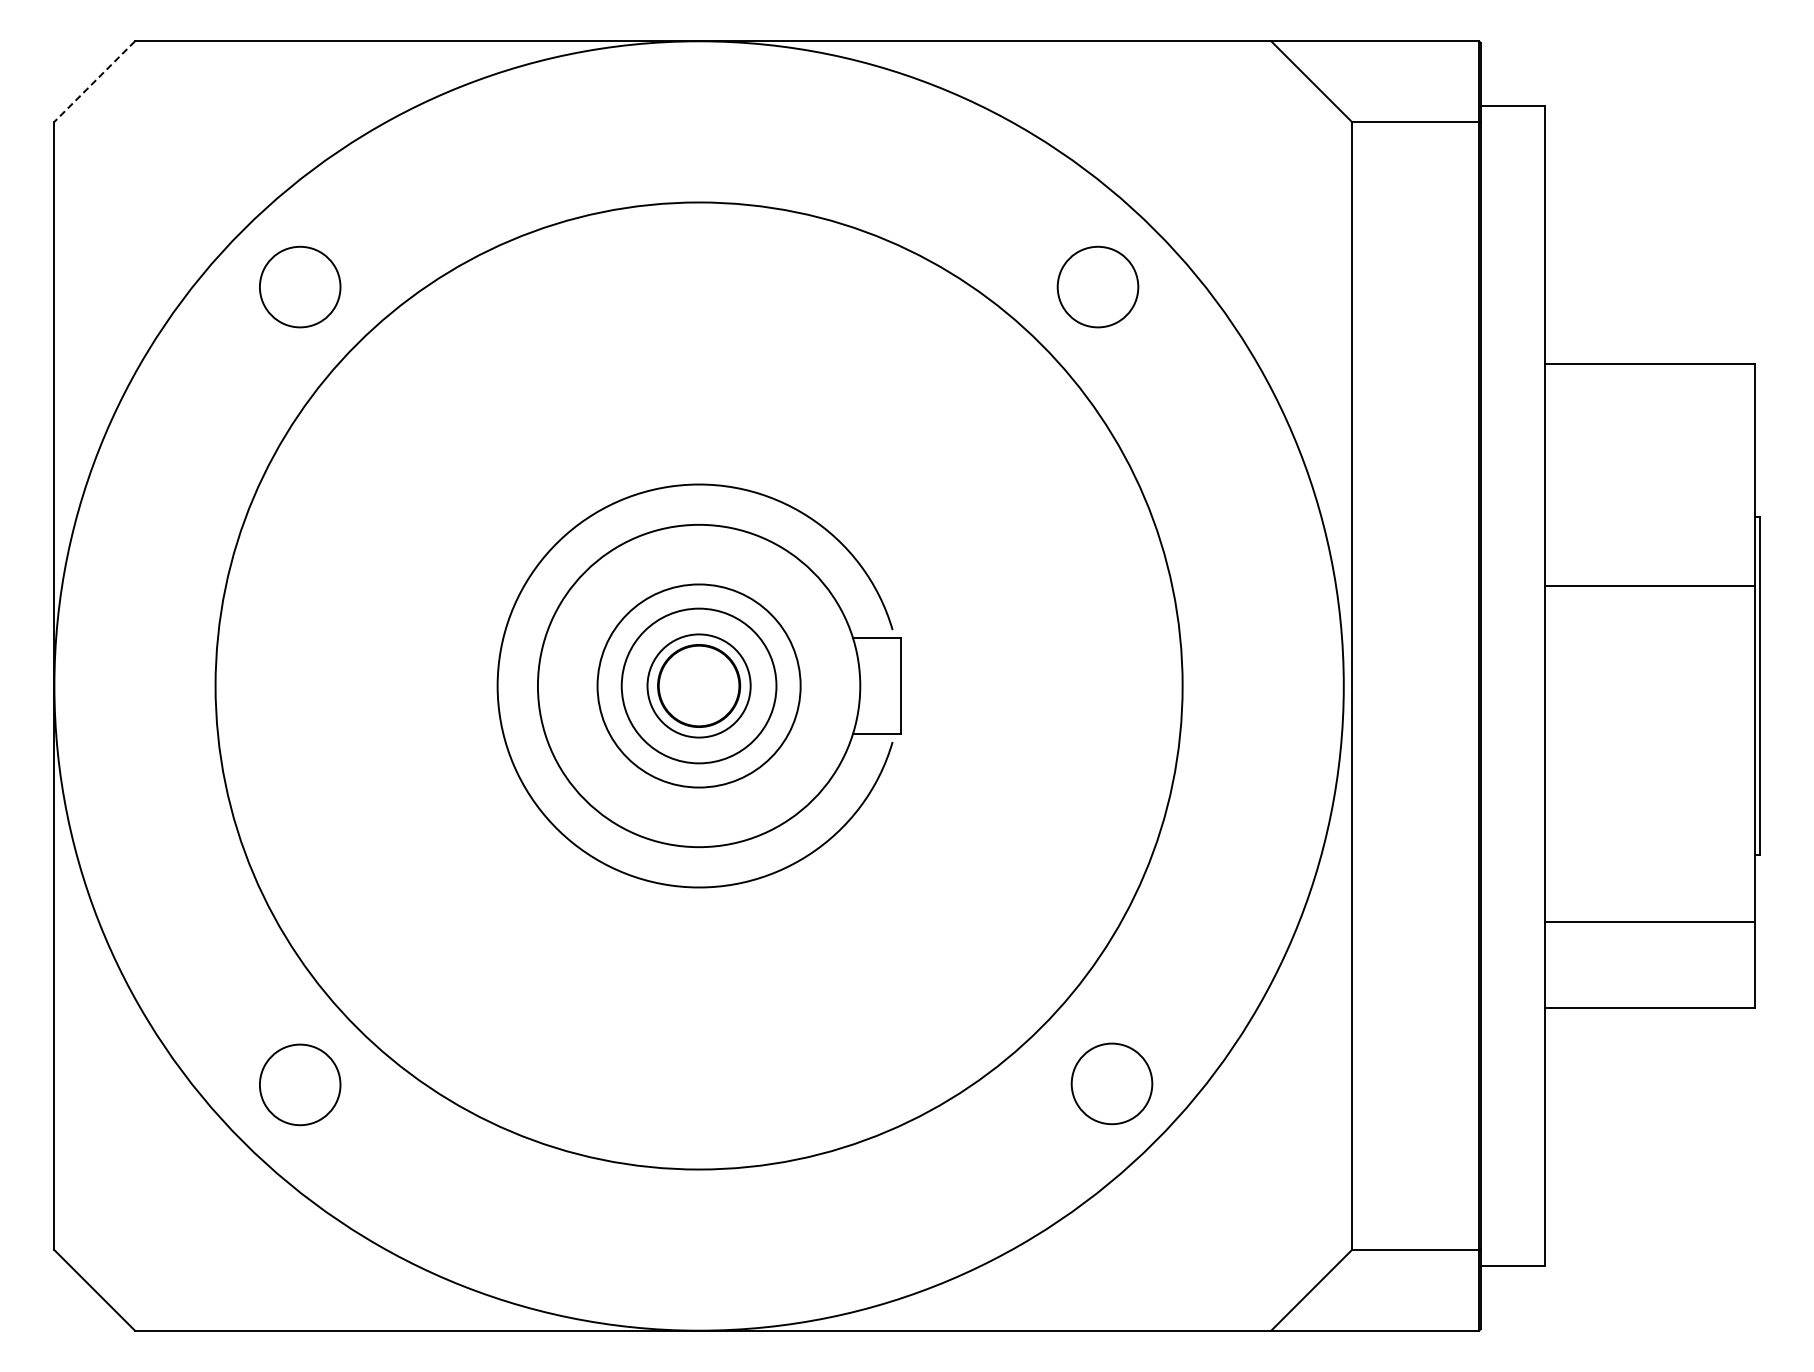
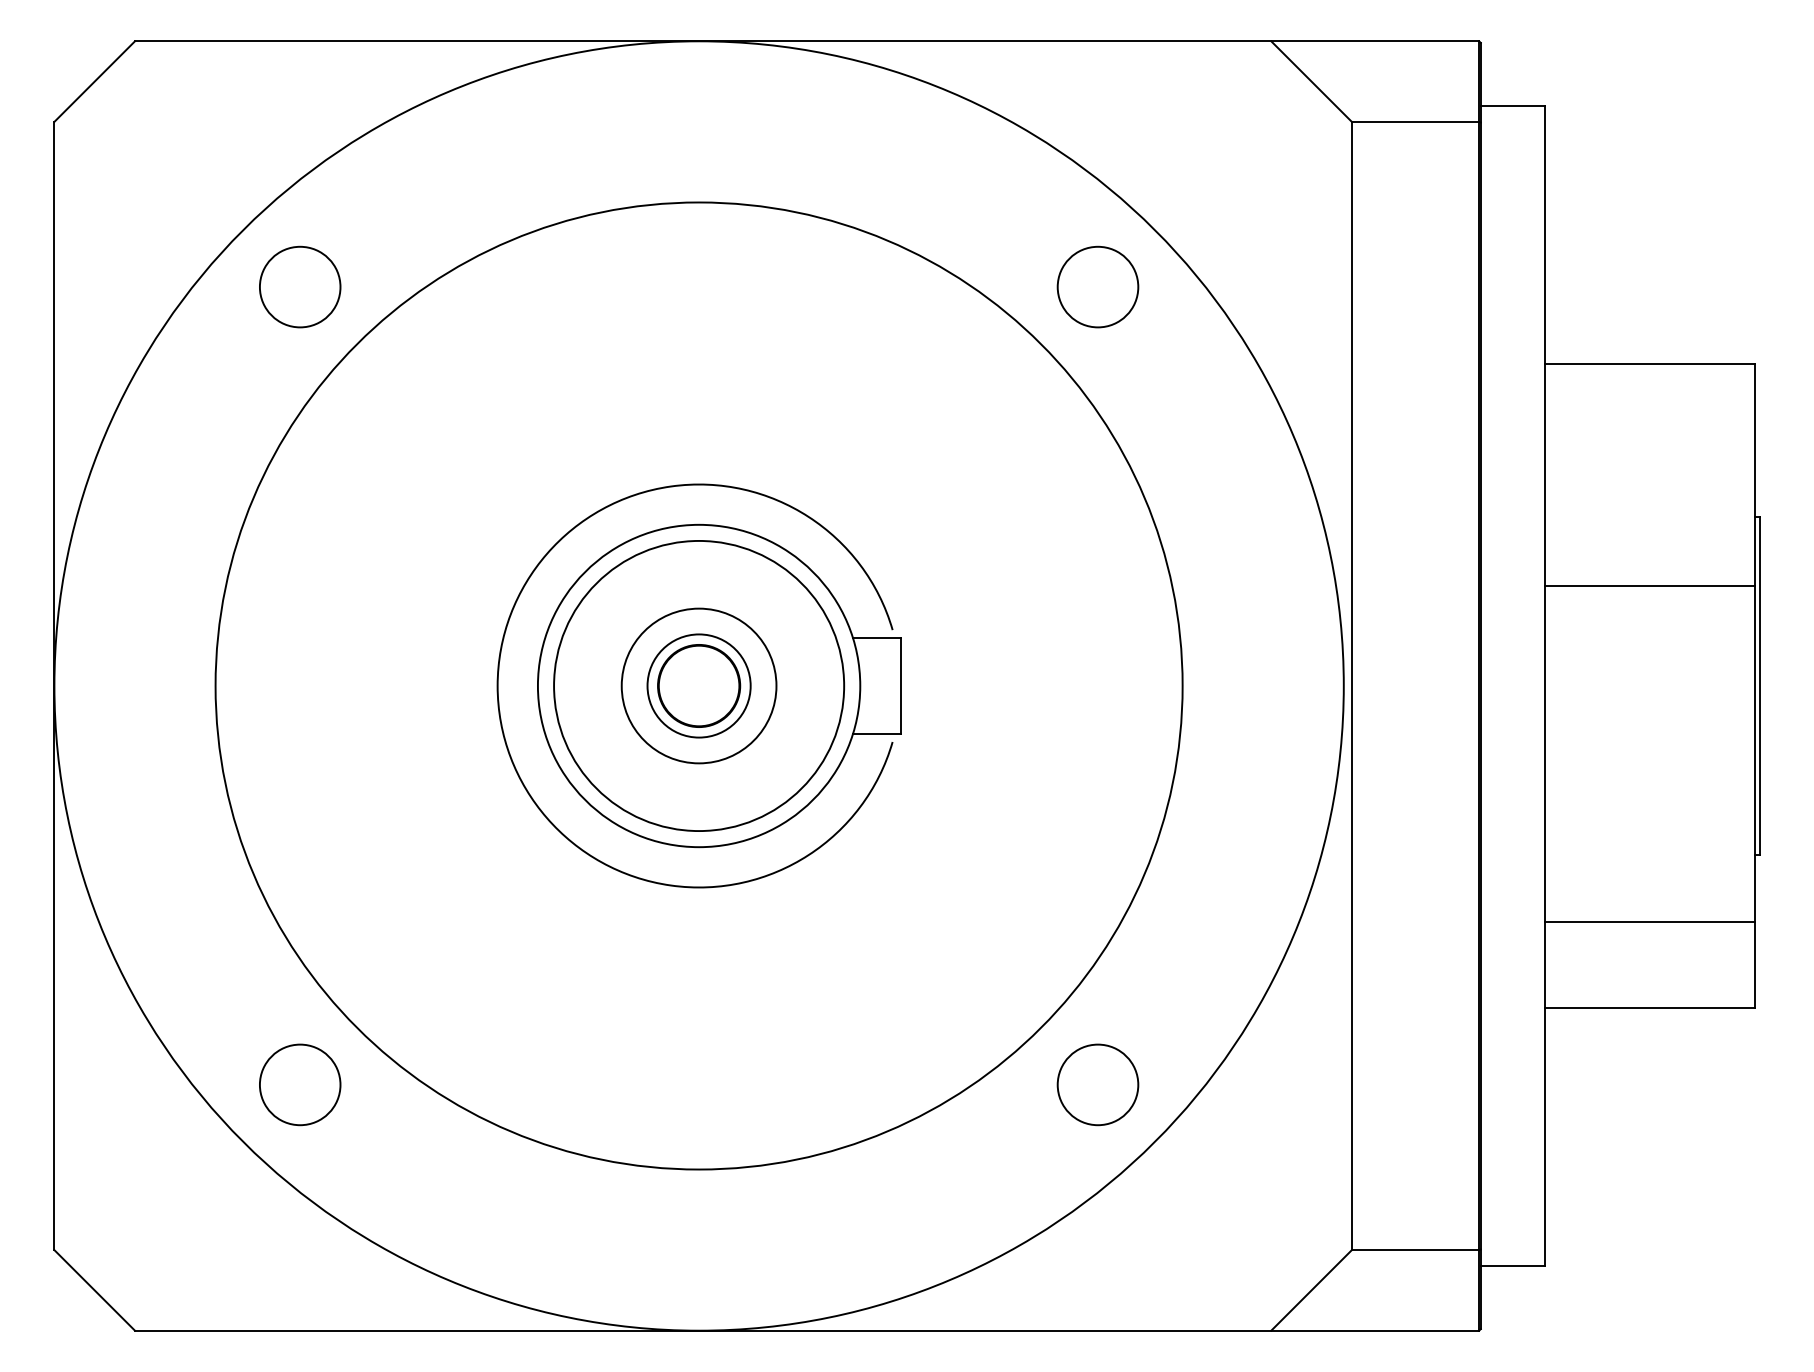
line at (94, 81): dashed -> solid
circle at (698, 685) diameter: 203 px -> 290 px
circle at (1111, 1083) position: (1111, 1083) -> (1097, 1084)
